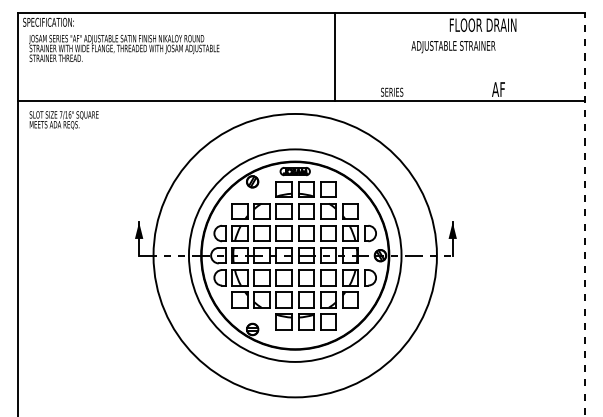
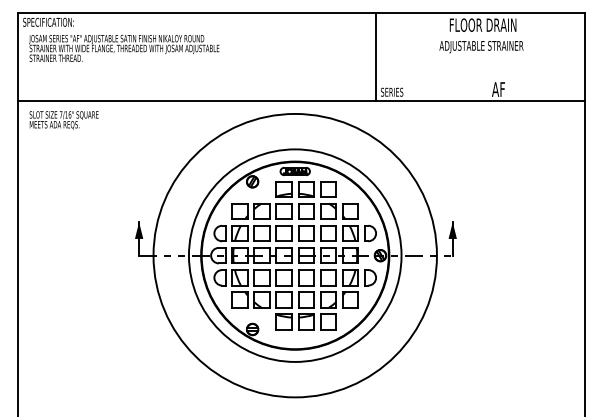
text at (453, 47) position: (453, 47) -> (481, 47)
line at (334, 56) position: (334, 56) -> (375, 56)
line at (584, 214): dashed -> solid
